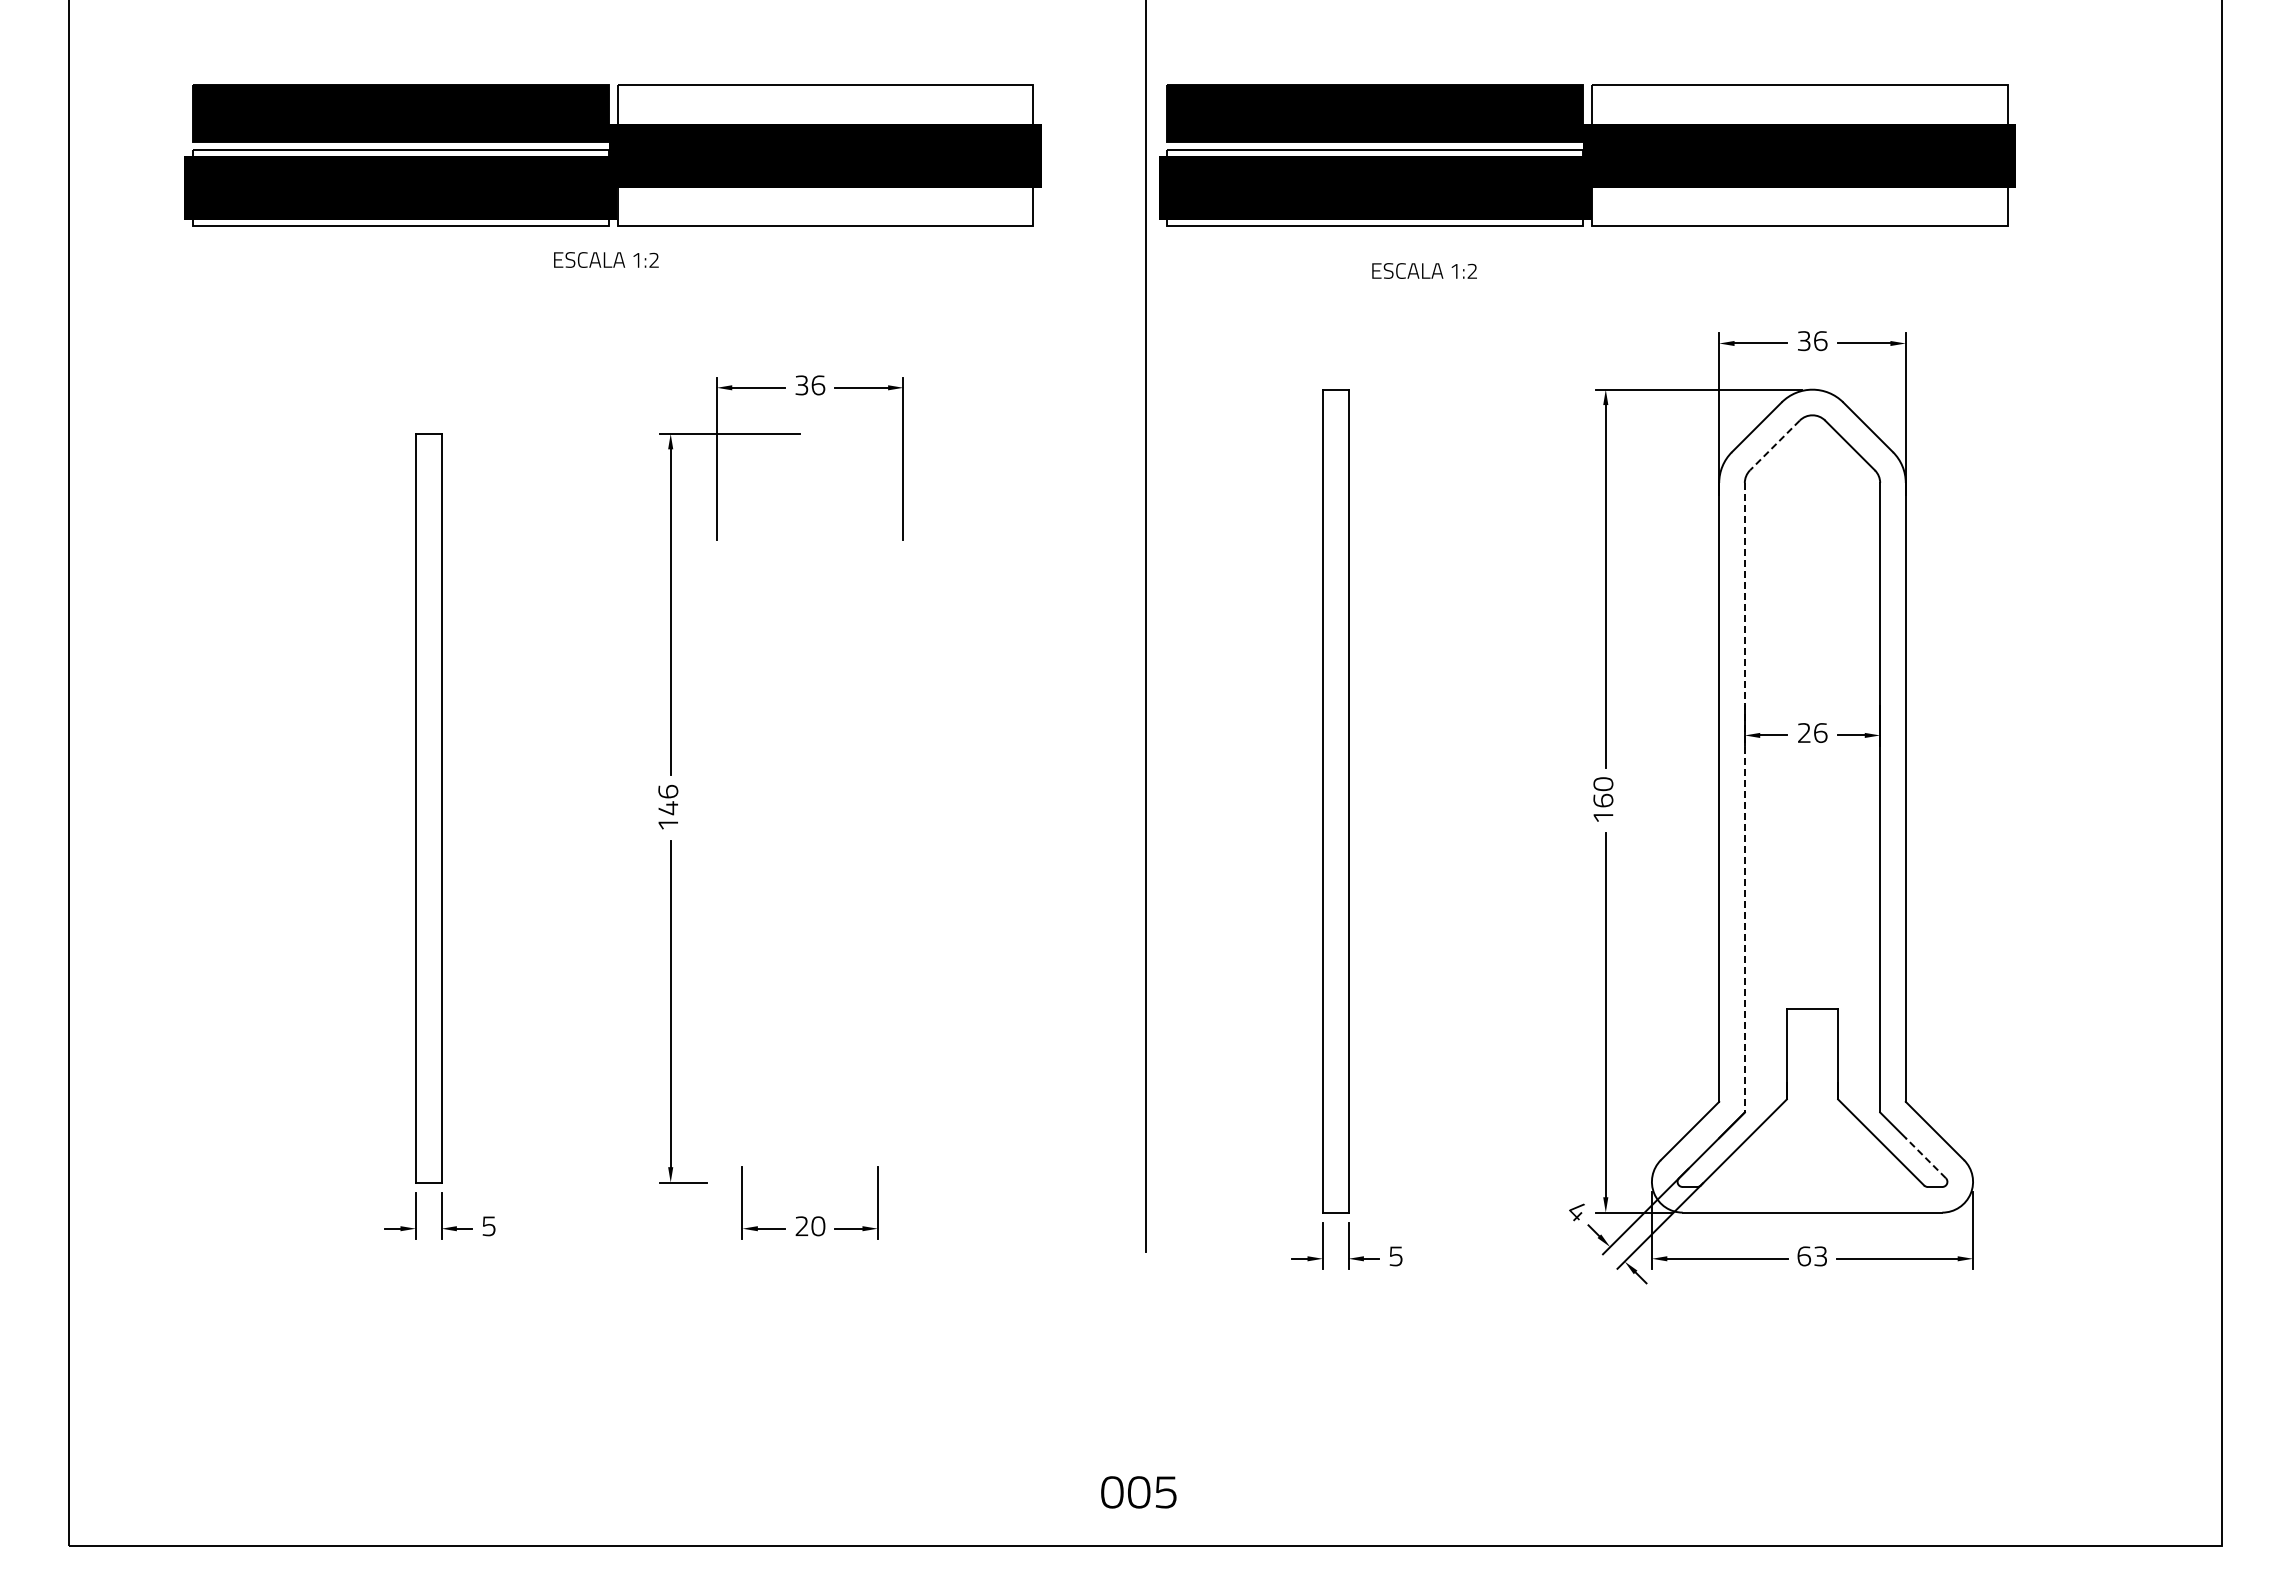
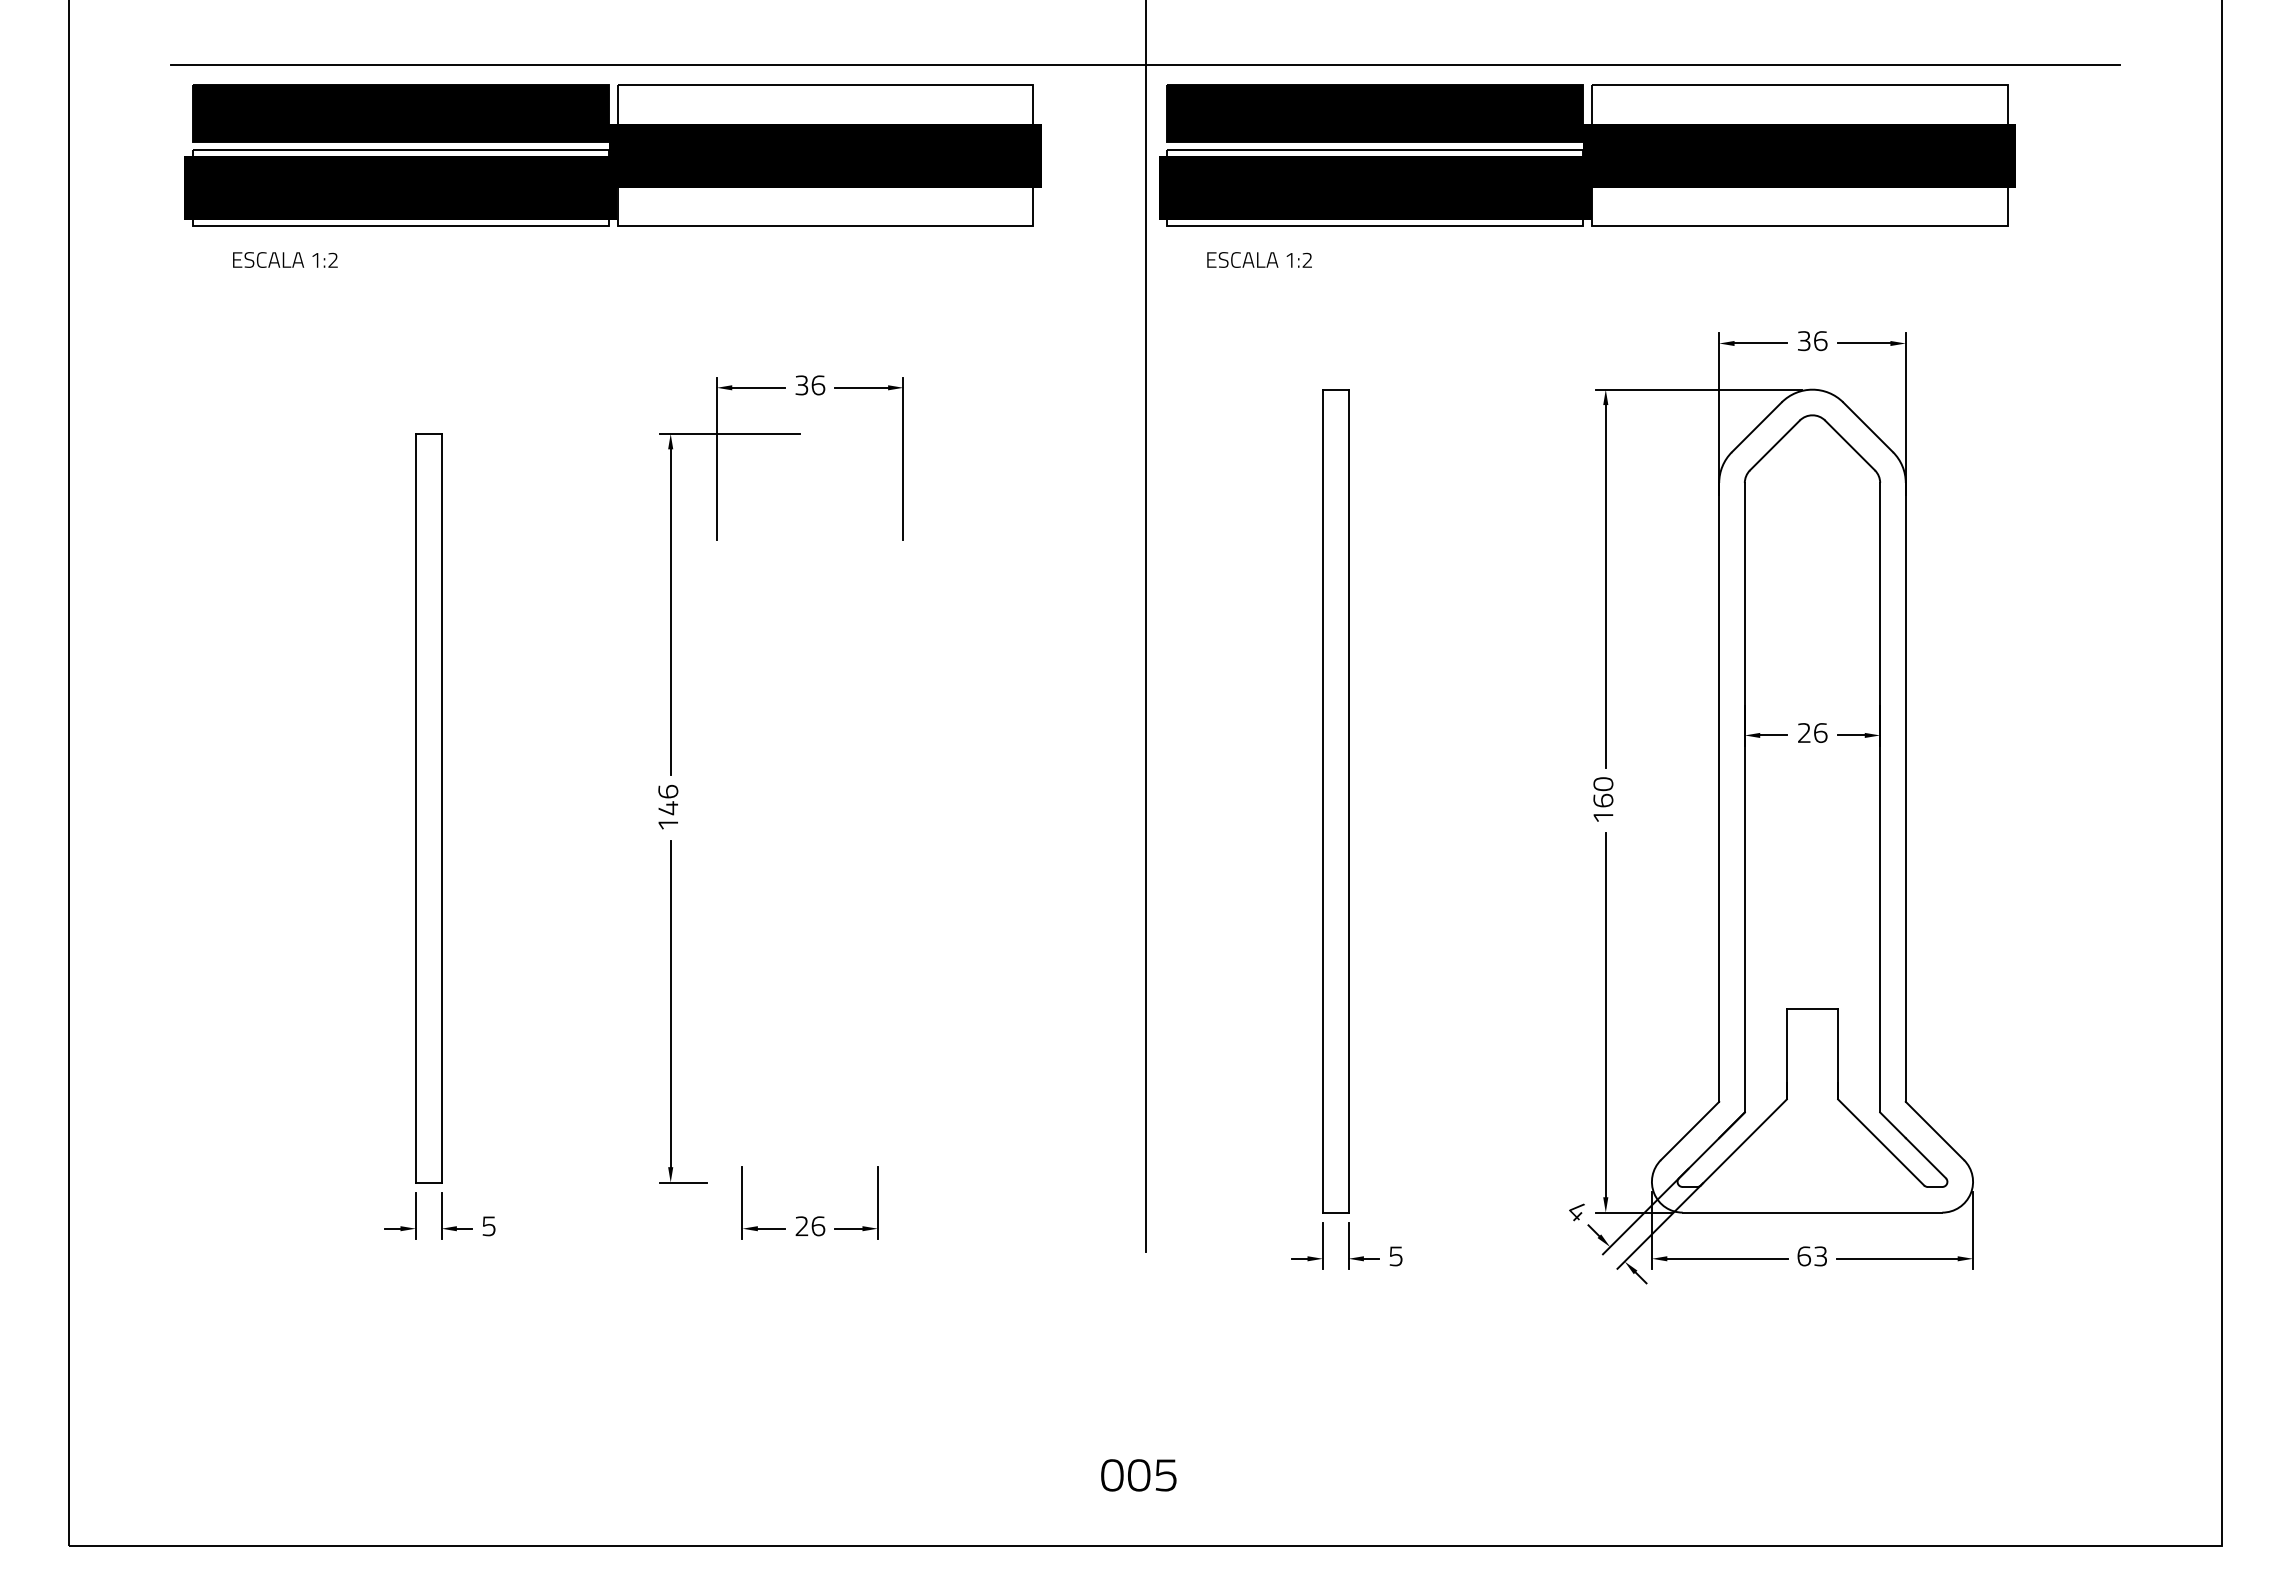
line at (1145, 64): none -> present
text at (606, 259) position: (606, 259) -> (285, 259)
text at (1424, 270) position: (1424, 270) -> (1259, 259)
line at (1774, 445): dashed -> solid
line at (1744, 797): dashed -> solid
line at (1925, 1157): dashed -> solid
text at (818, 1225): 20 -> 26
text at (1138, 1492) position: (1138, 1492) -> (1138, 1475)
